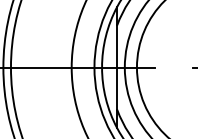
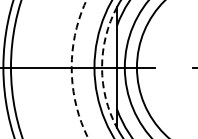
arc at (102, 67): solid -> dashed
circle at (79, 69): solid -> dashed
